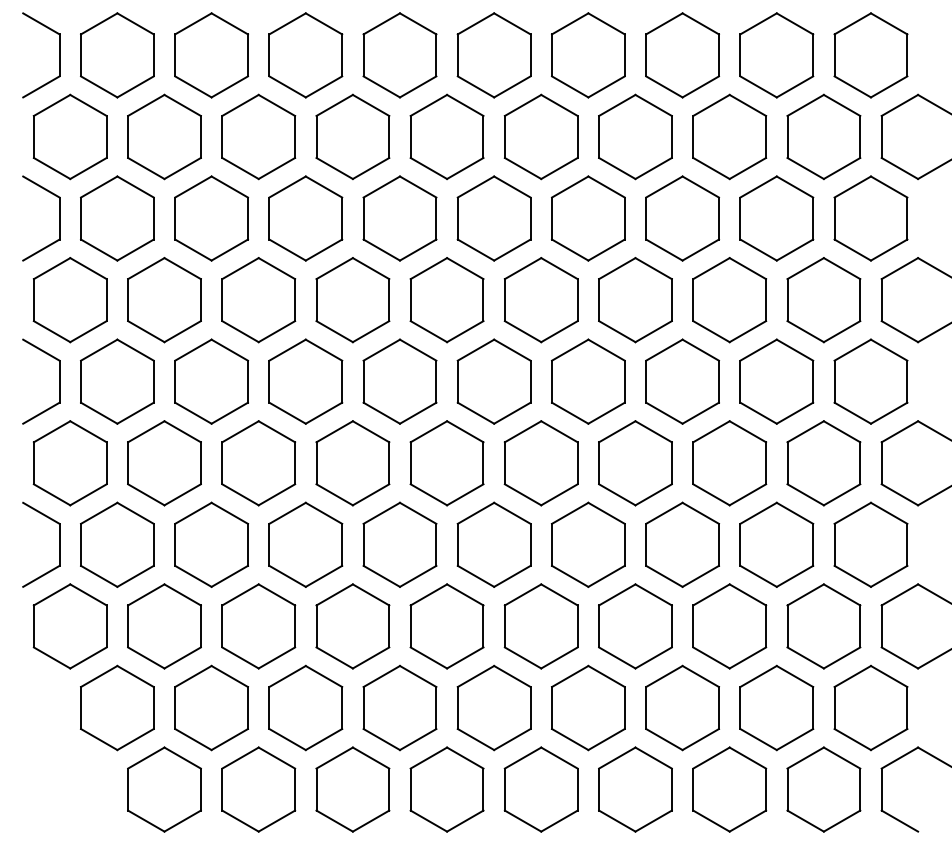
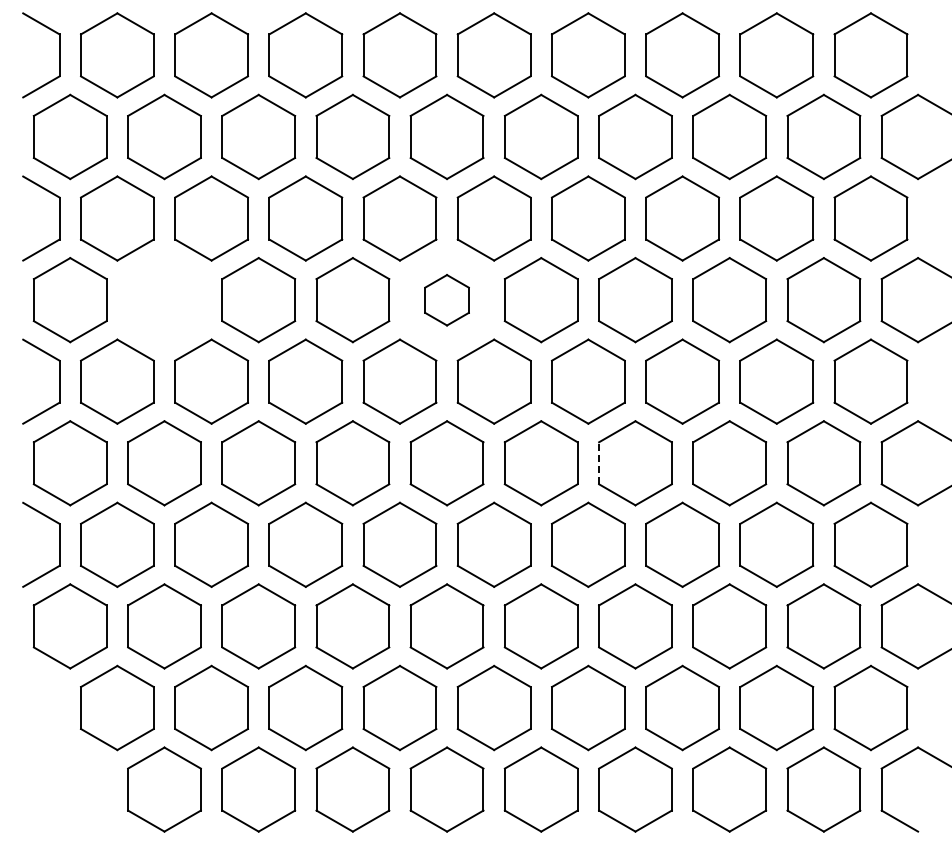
part at (164, 300): present -> none
part at (446, 300) size: 76x87 px -> 46x53 px
line at (599, 462): solid -> dashed
